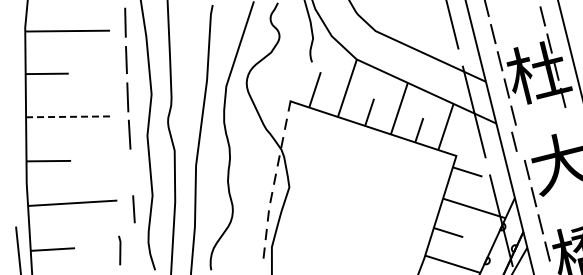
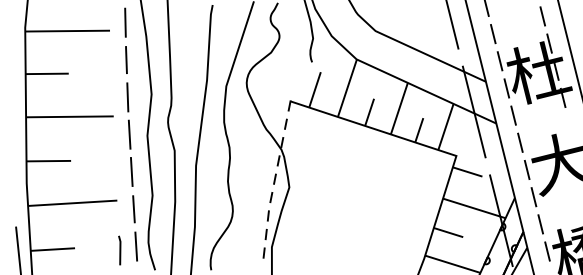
line at (69, 116): dashed -> solid
line at (514, 141) position: (514, 141) -> (520, 142)
line at (131, 171): none -> present
line at (136, 246): none -> present
